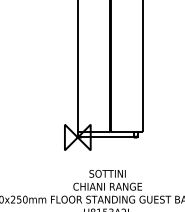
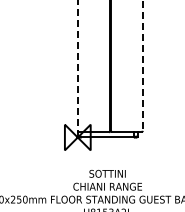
line at (142, 65): solid -> dashed
line at (77, 67): solid -> dashed
